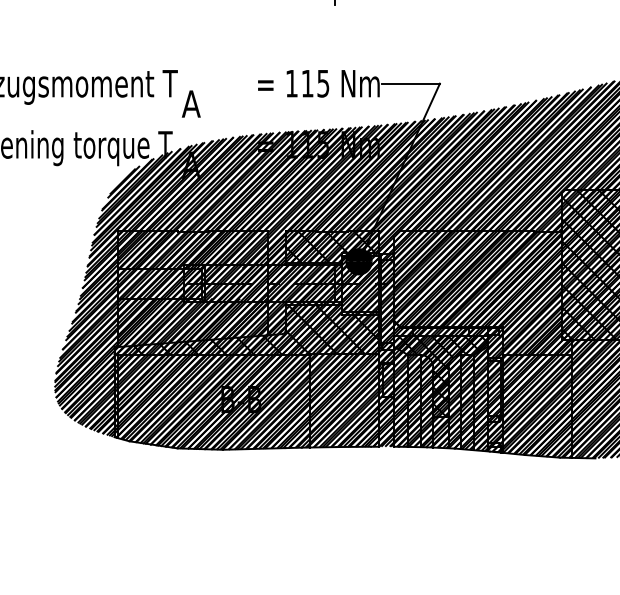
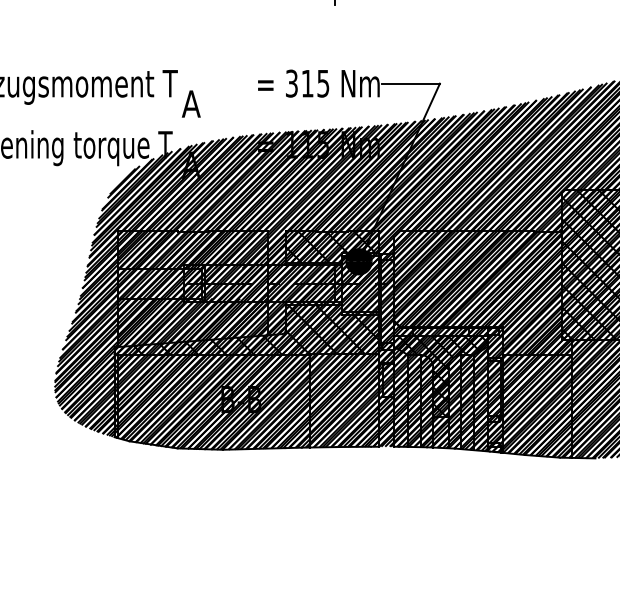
text at (291, 83): 115 -> 315
